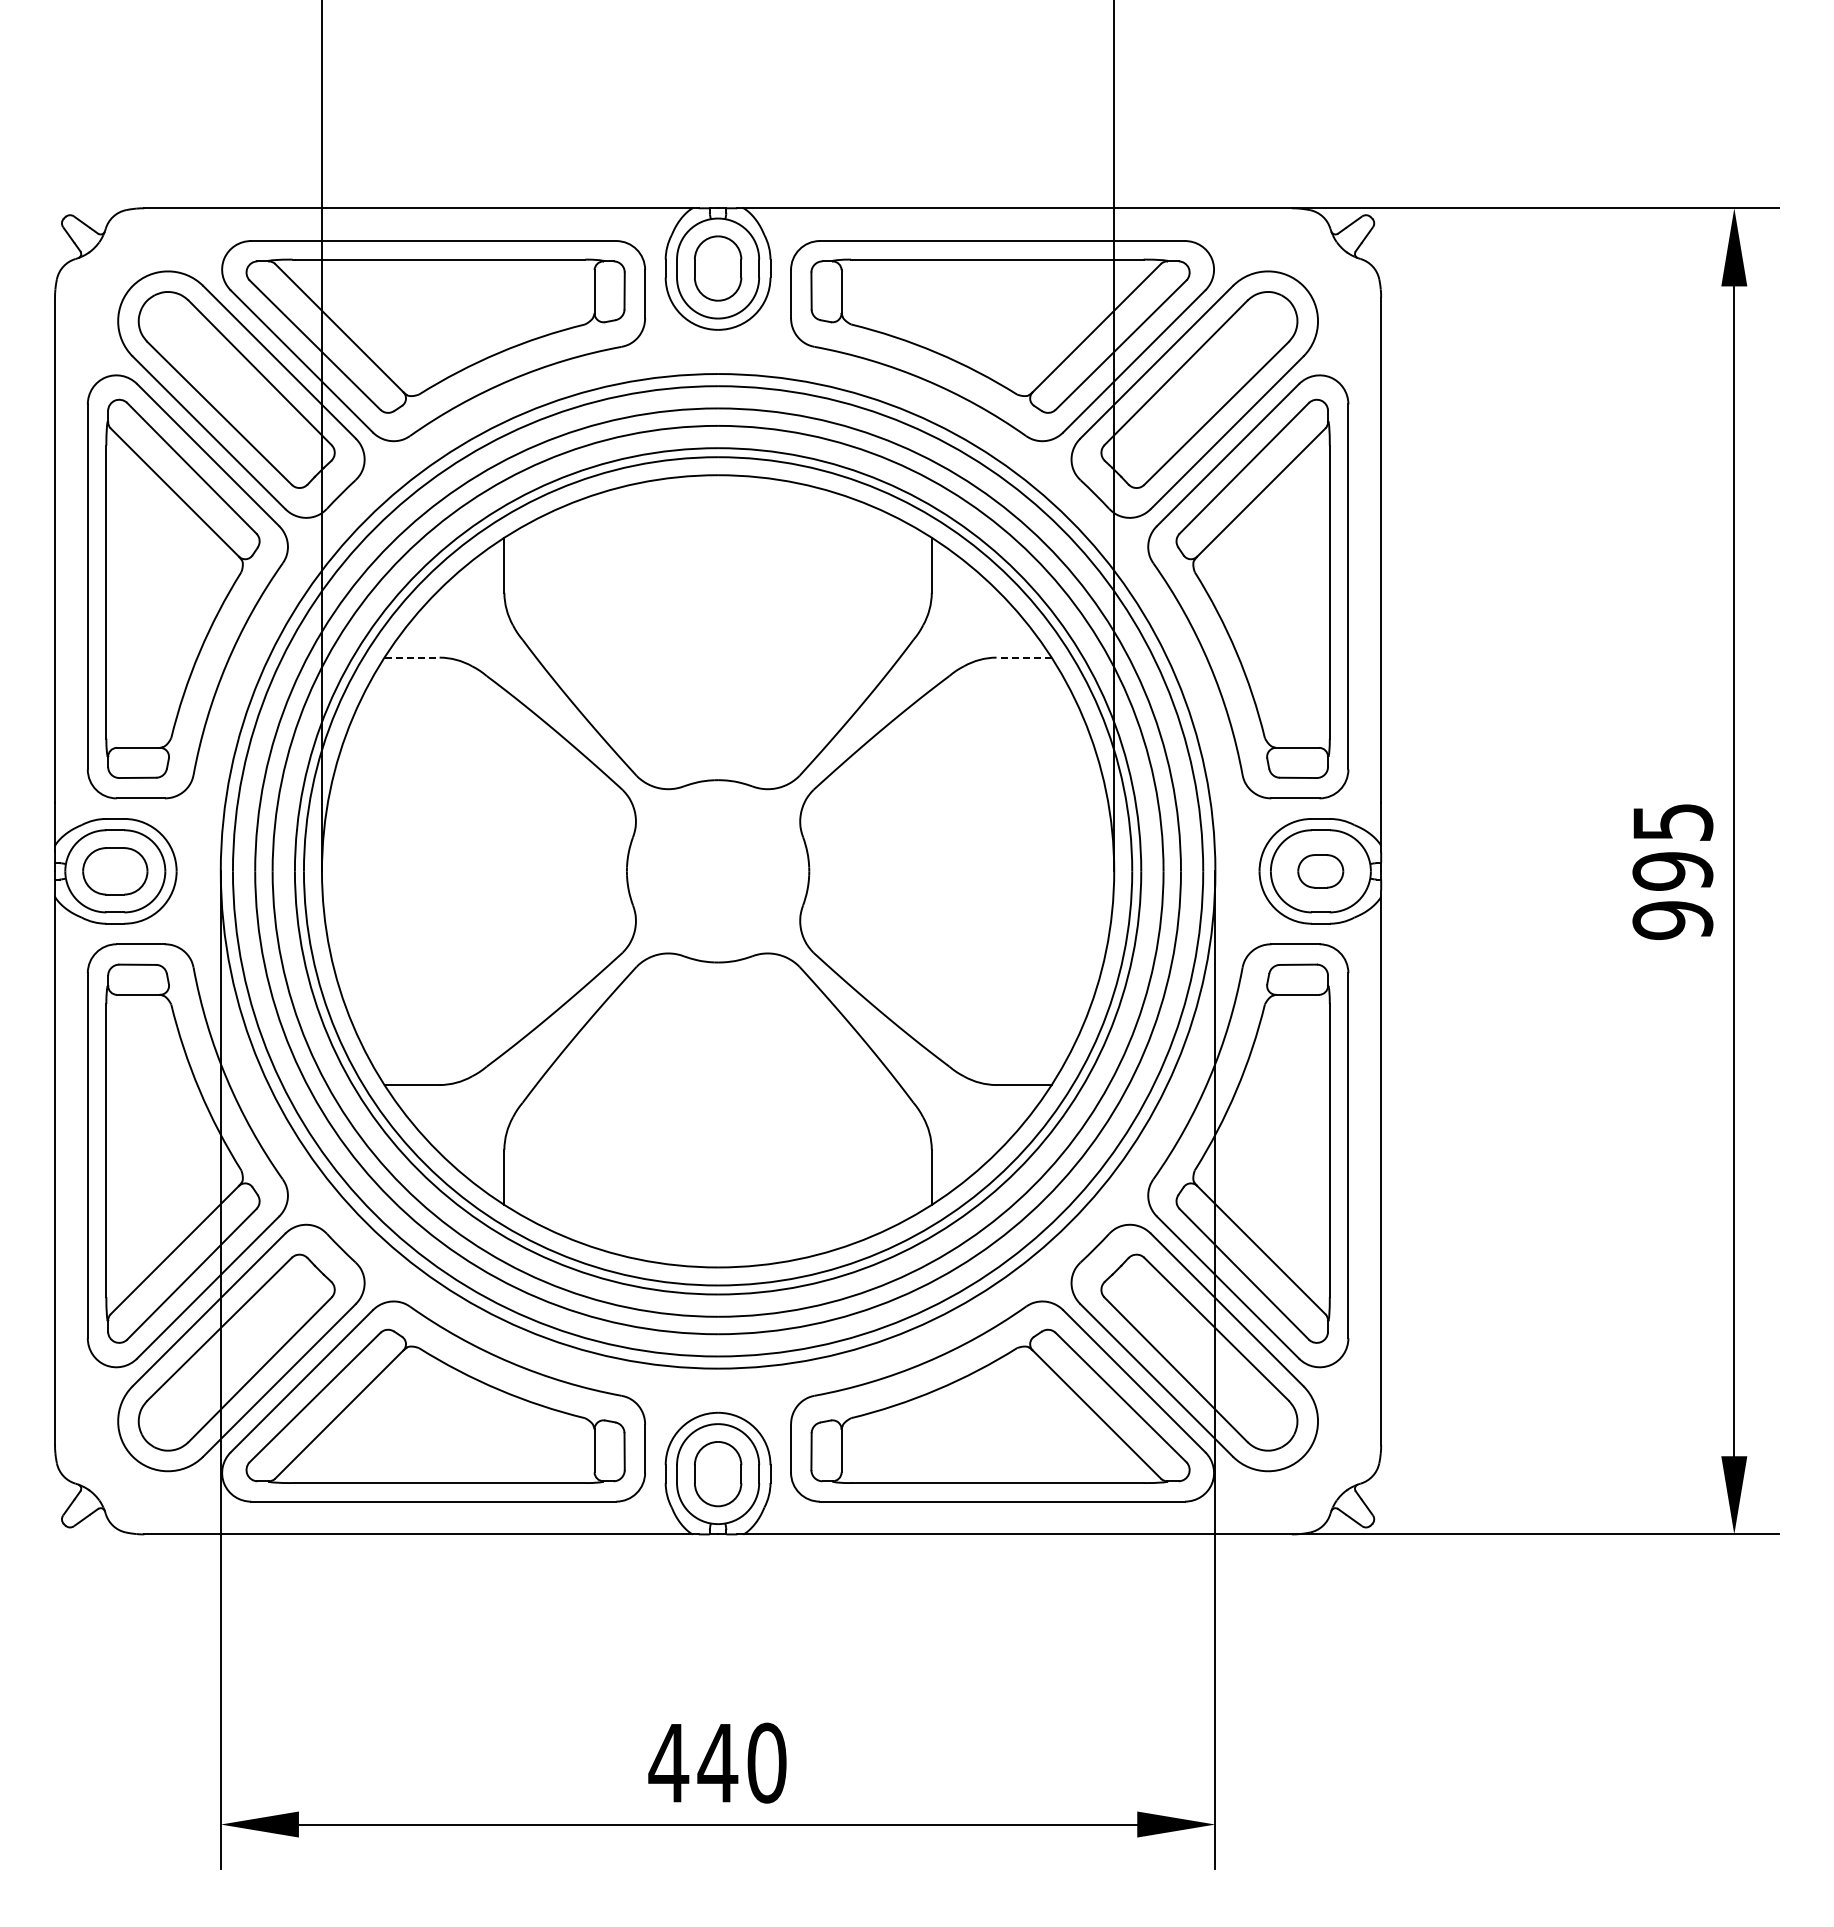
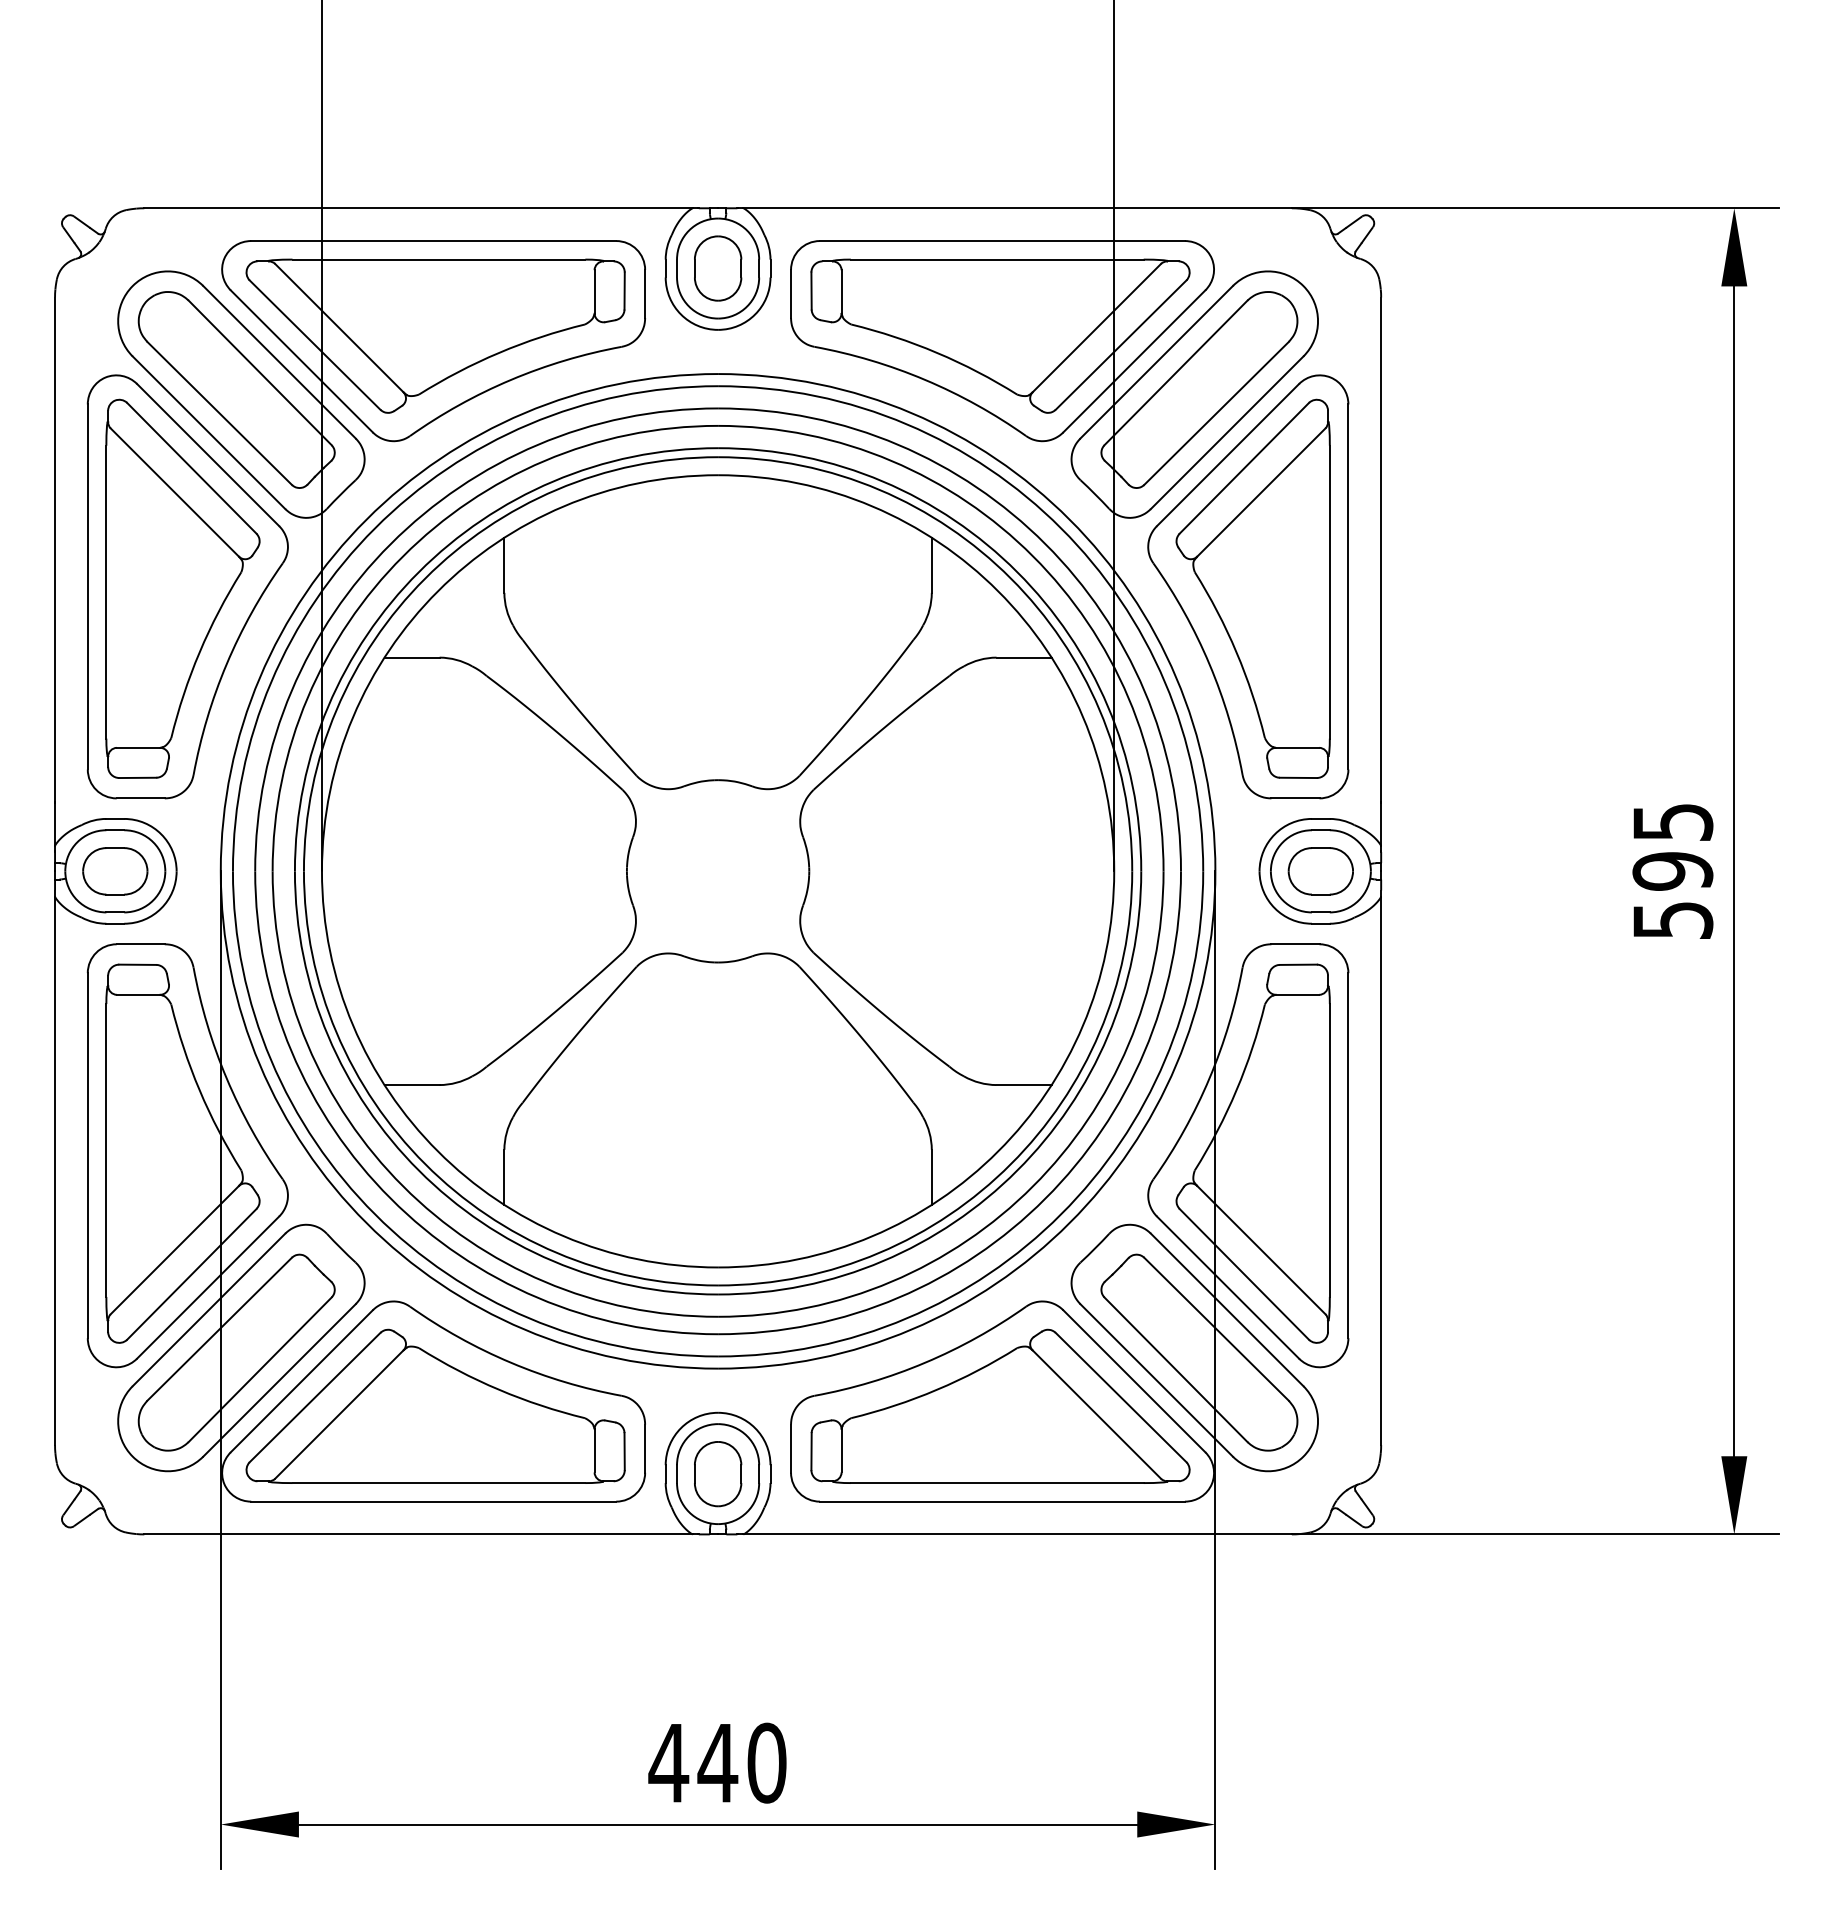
line at (412, 657): dashed -> solid
line at (1024, 657): dashed -> solid
part at (1320, 871) size: 48x35 px -> 67x49 px
text at (1672, 920): 995 -> 595
